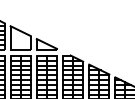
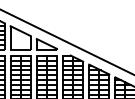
line at (66, 41): none -> present
